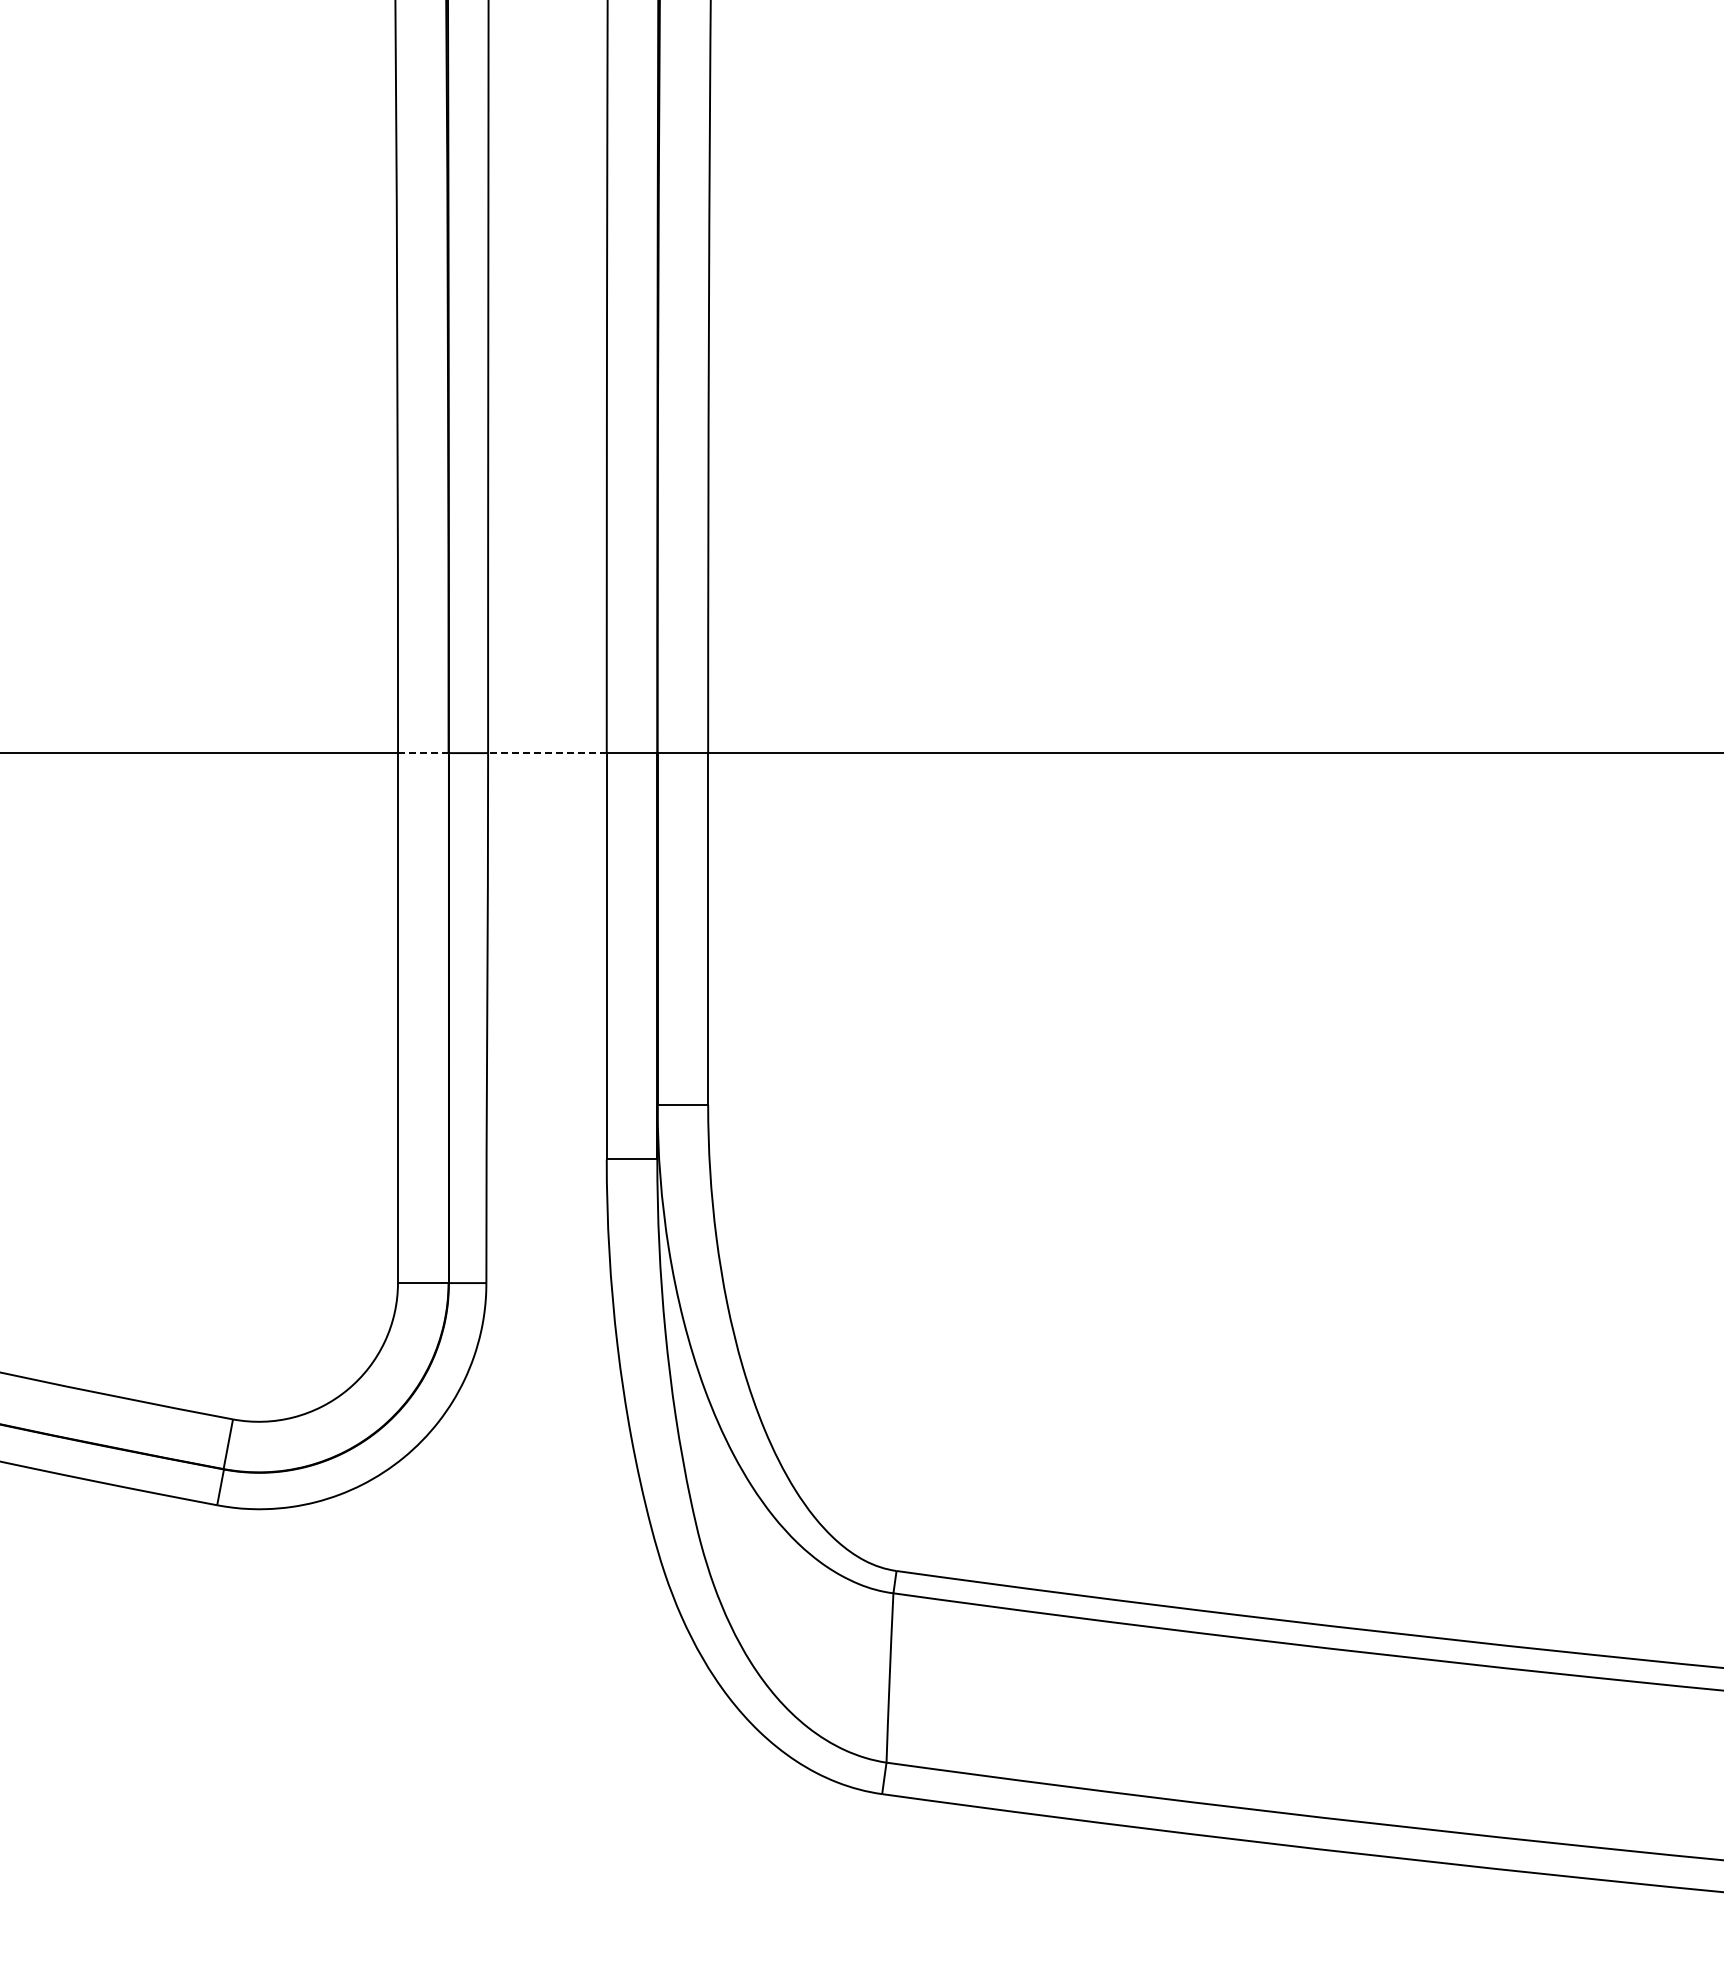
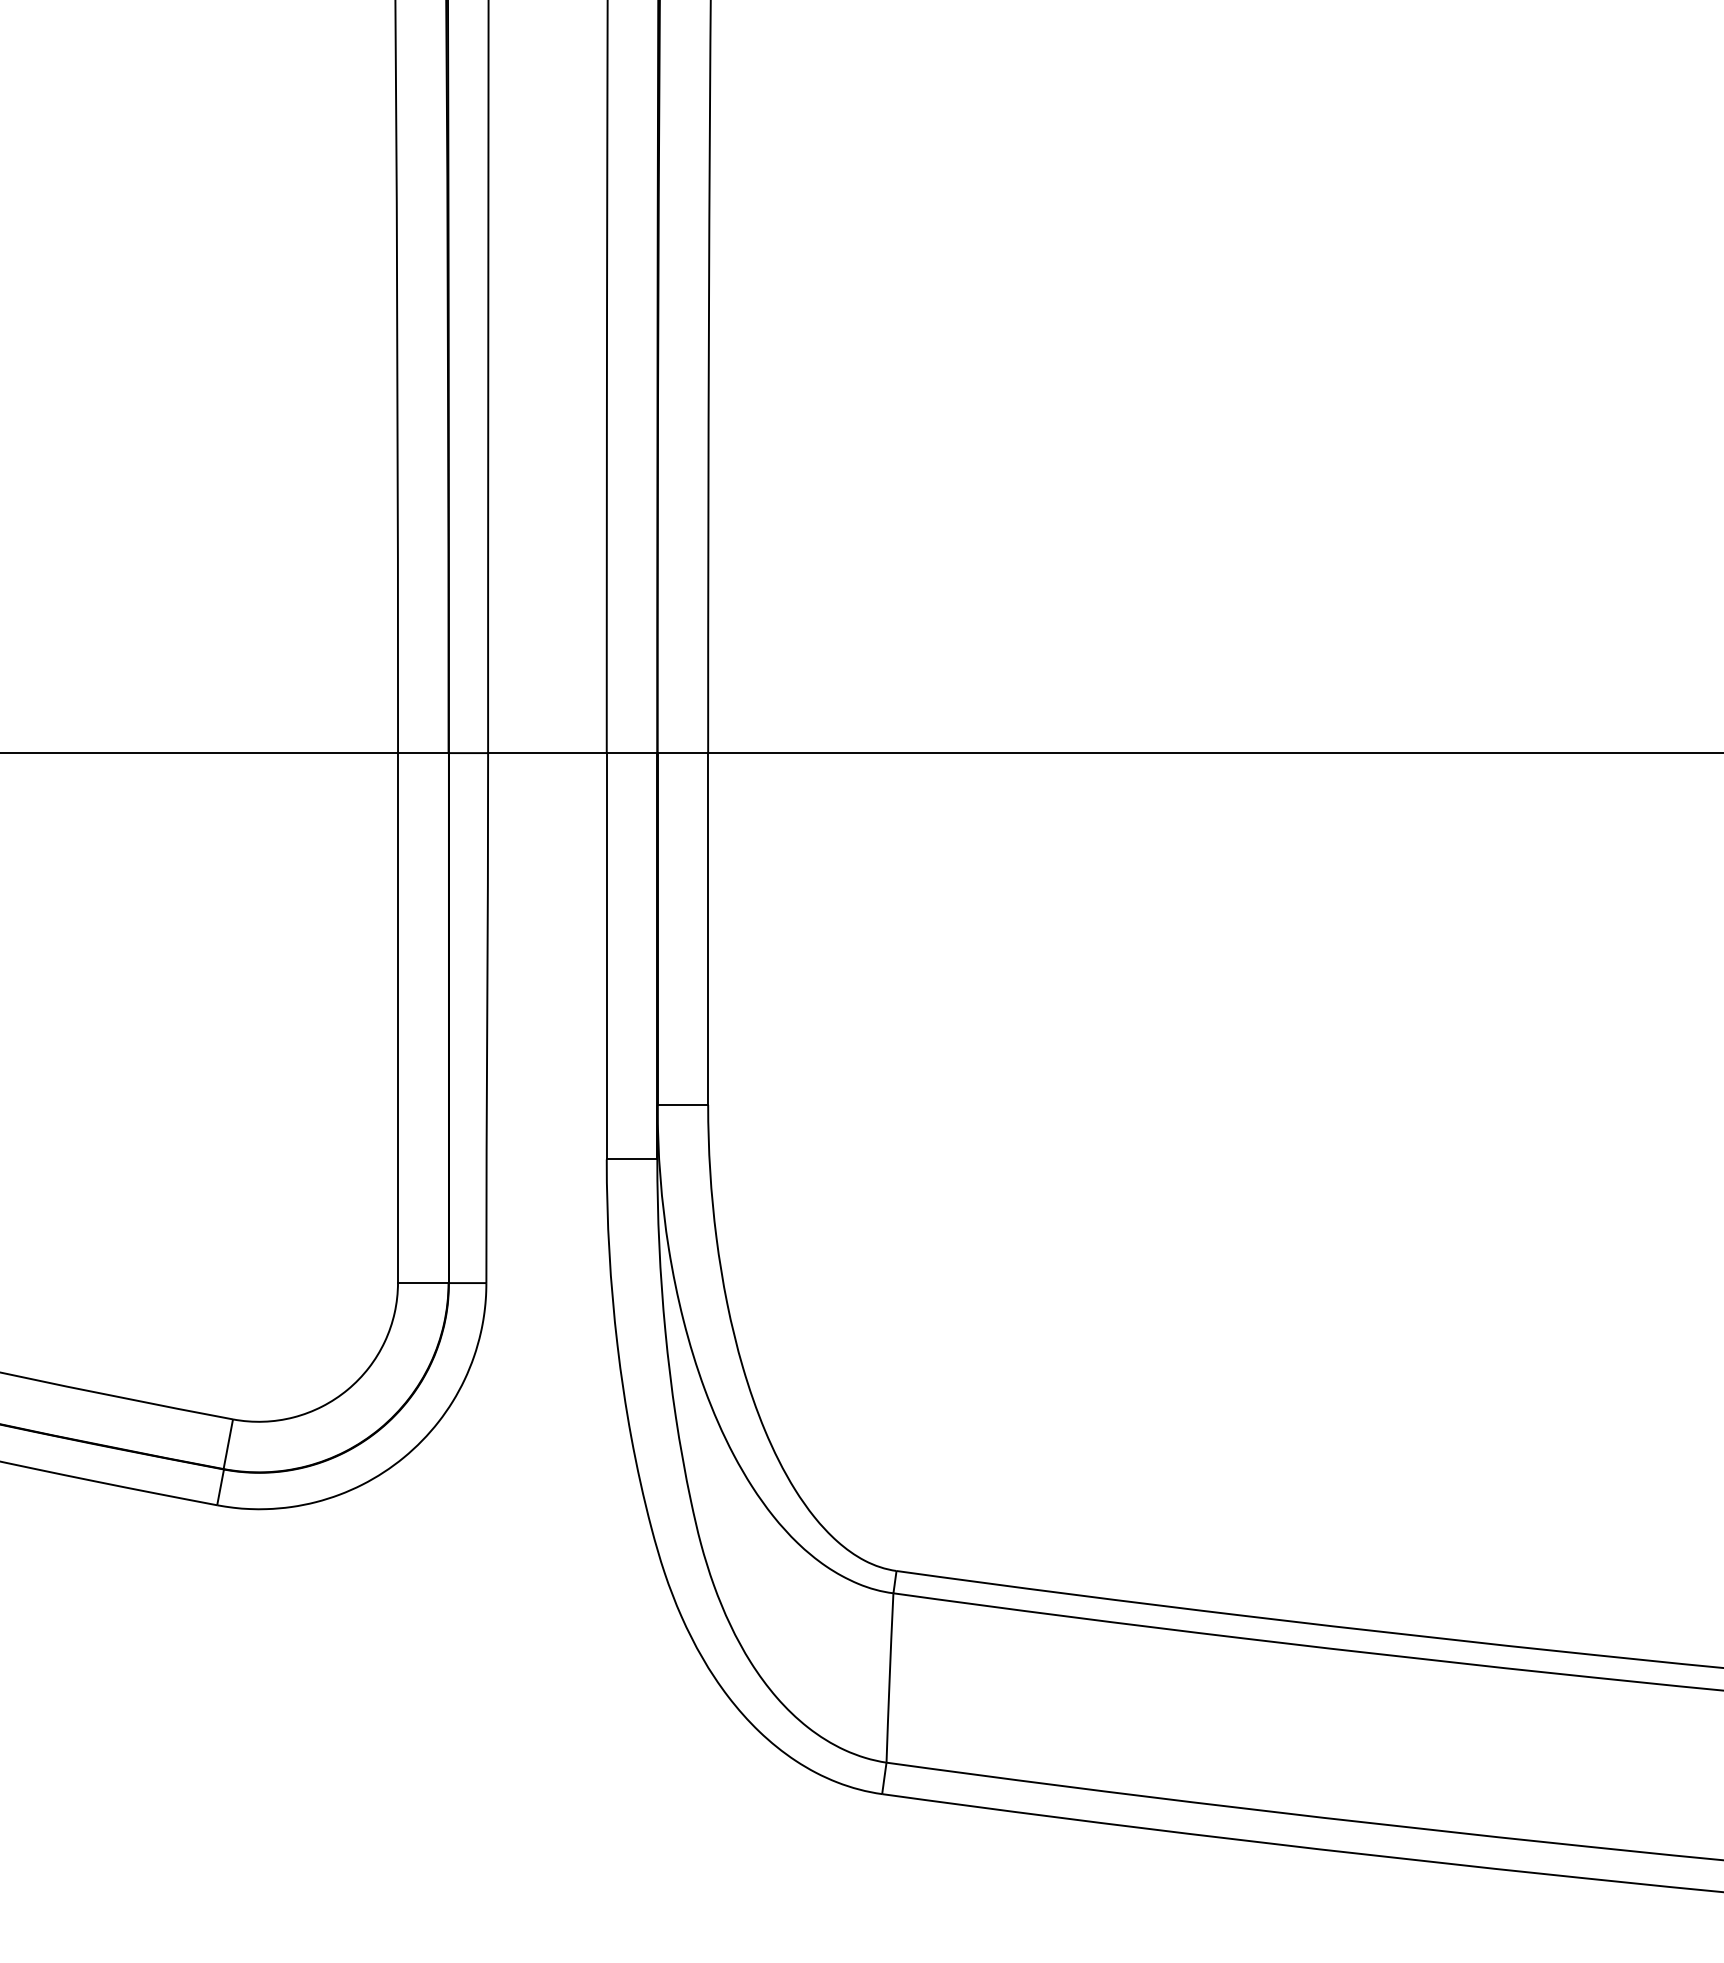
line at (422, 753): dashed -> solid
line at (546, 753): dashed -> solid
